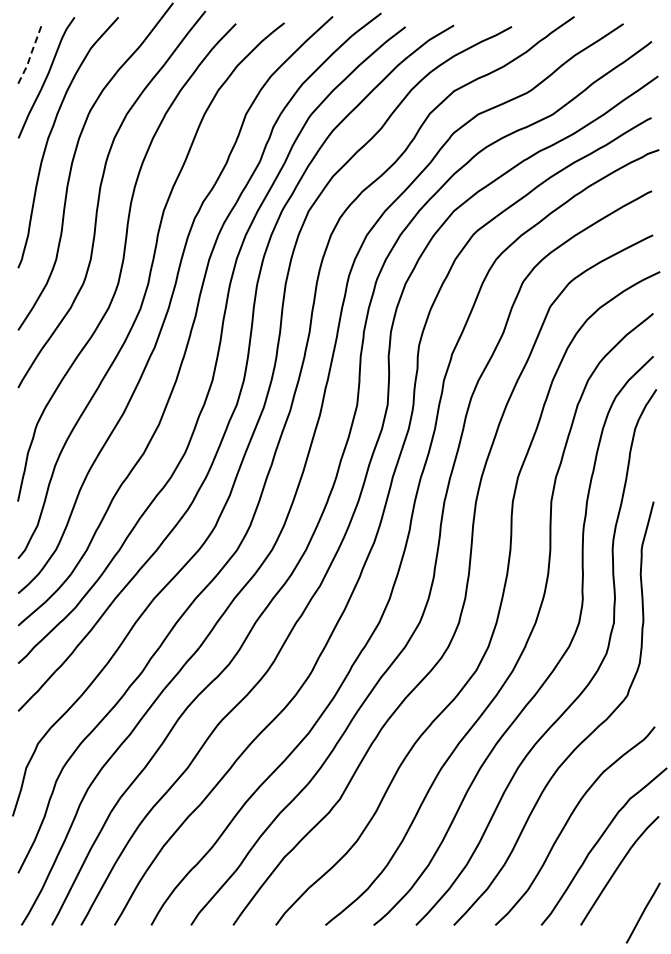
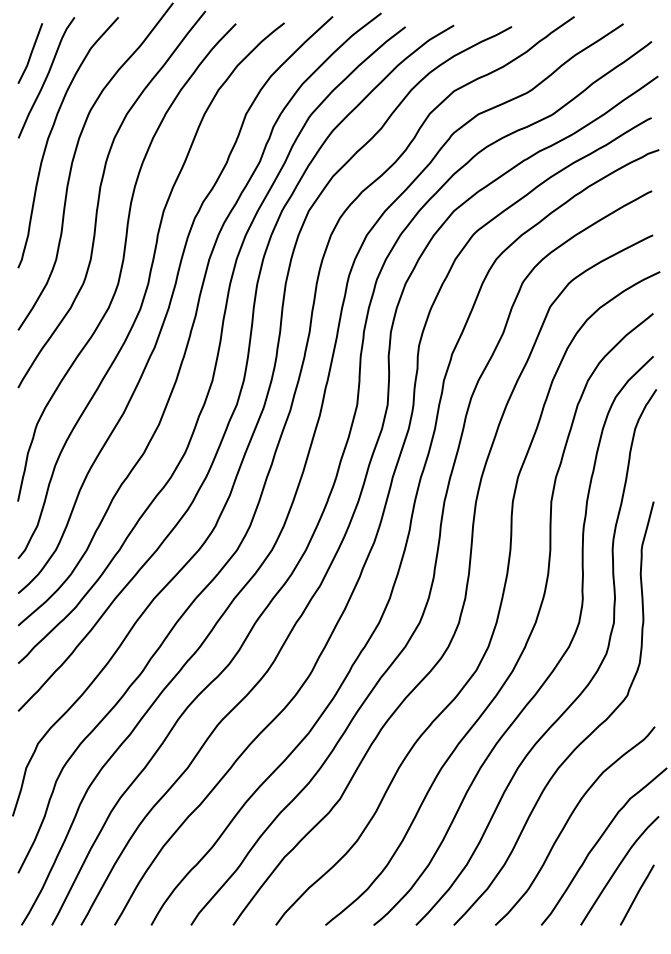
line at (31, 53): dashed -> solid
line at (642, 912) position: (642, 912) -> (636, 894)
